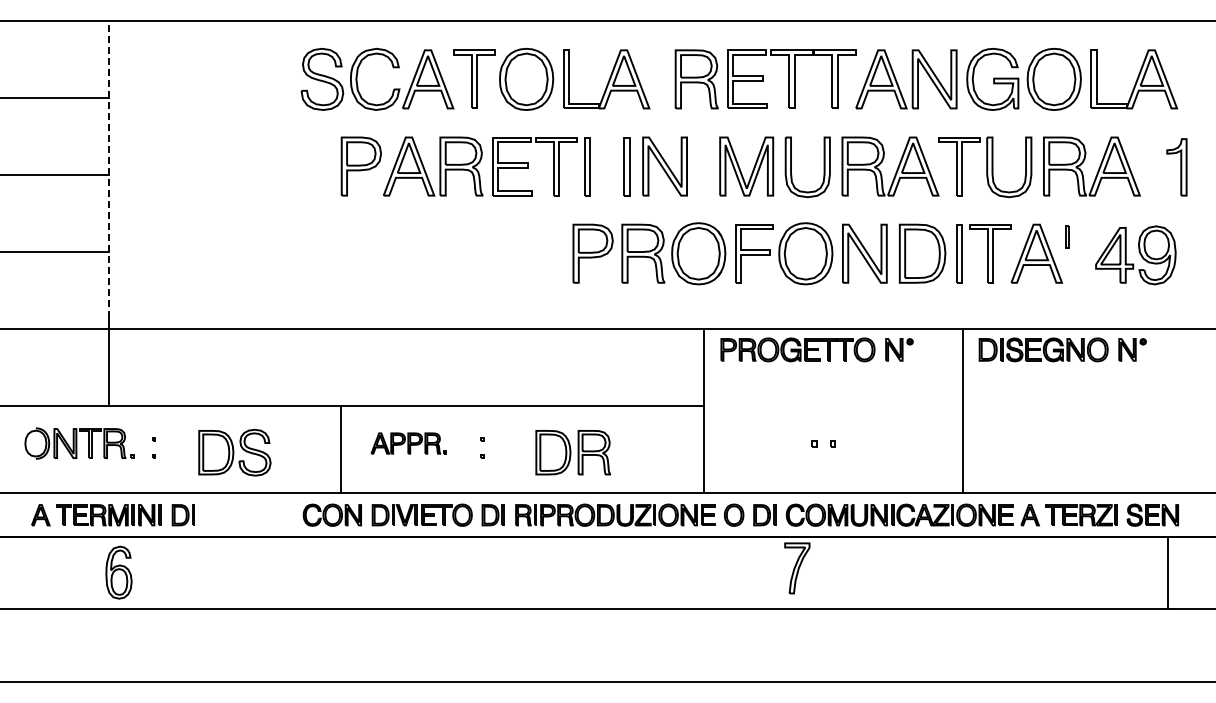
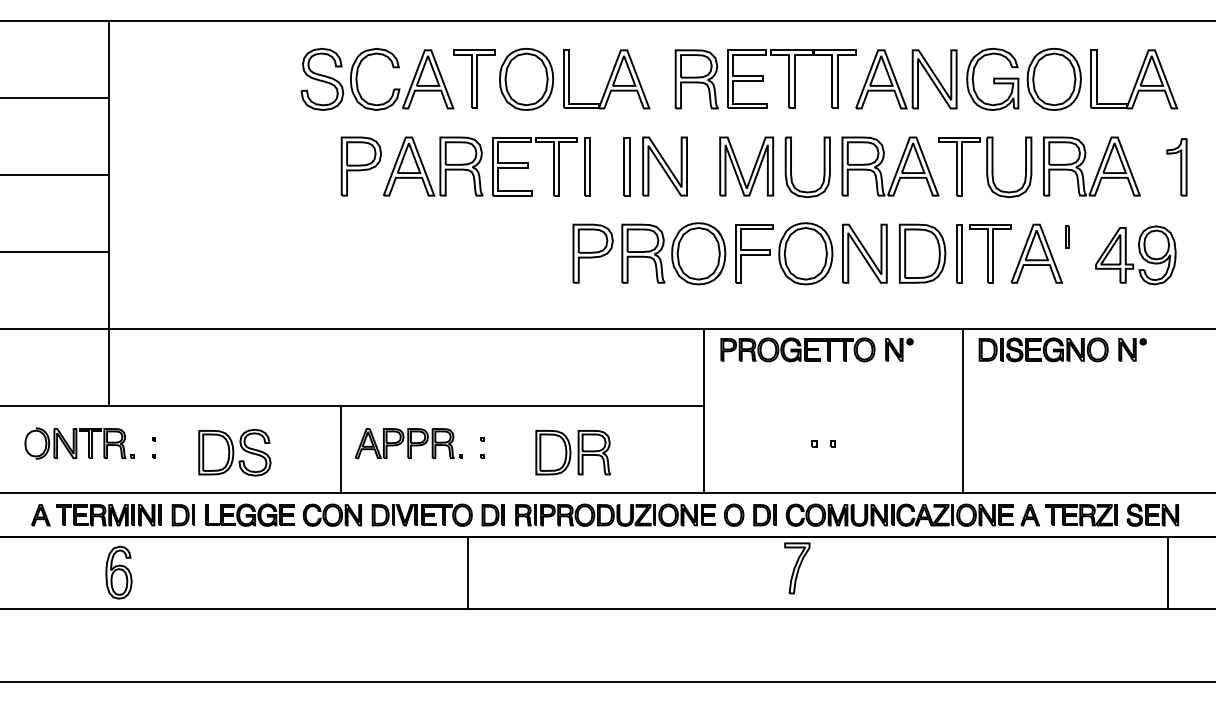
line at (108, 169): dashed -> solid
part at (408, 443) size: 77x23 px -> 109x31 px
part at (249, 514): none -> present
line at (468, 572): none -> present
